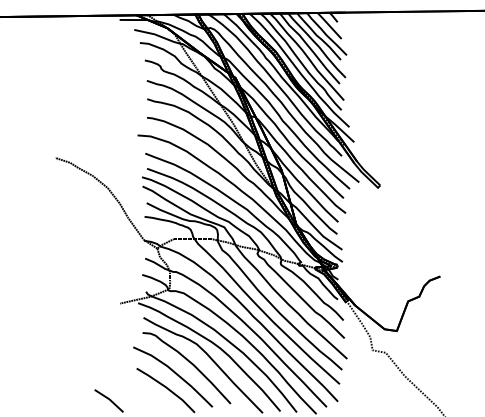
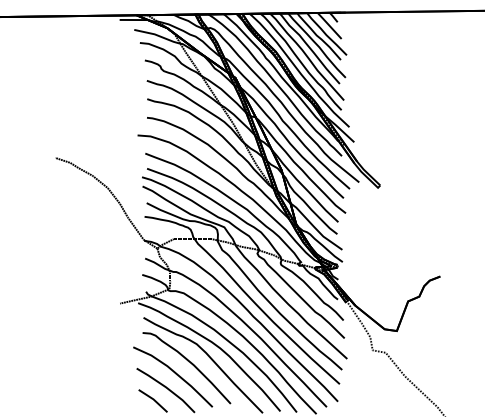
line at (108, 399) position: (108, 399) -> (152, 399)
